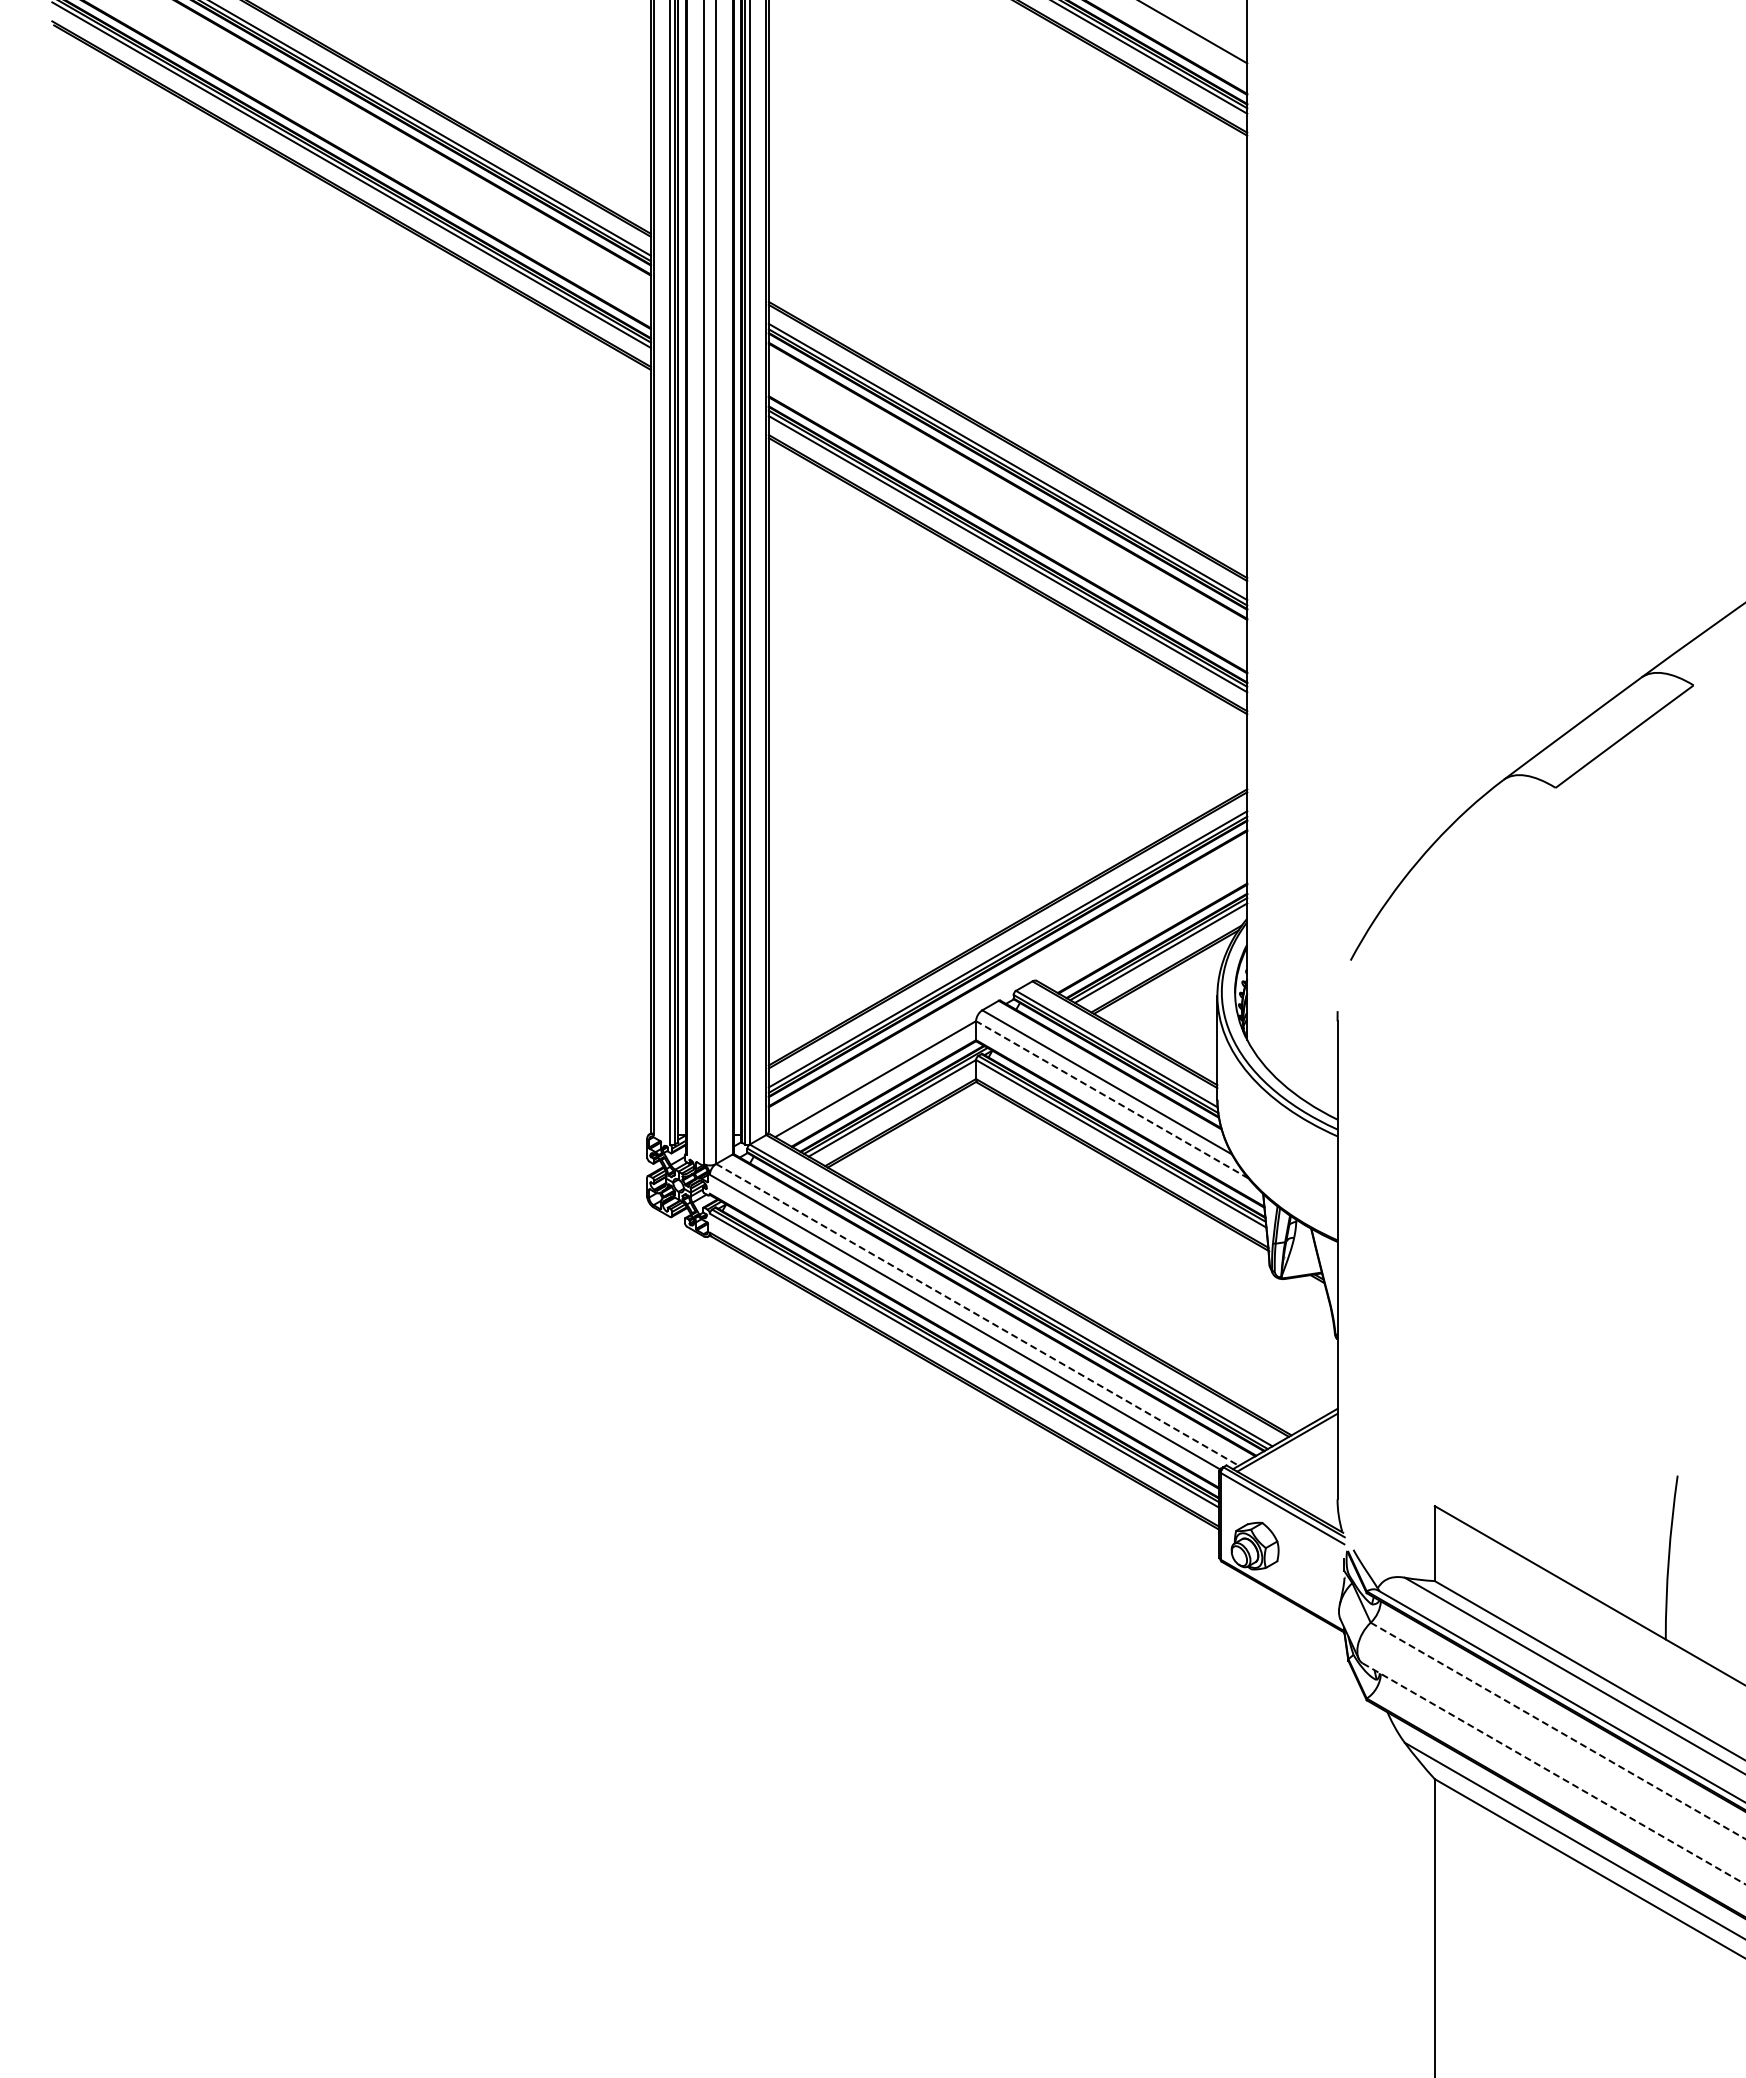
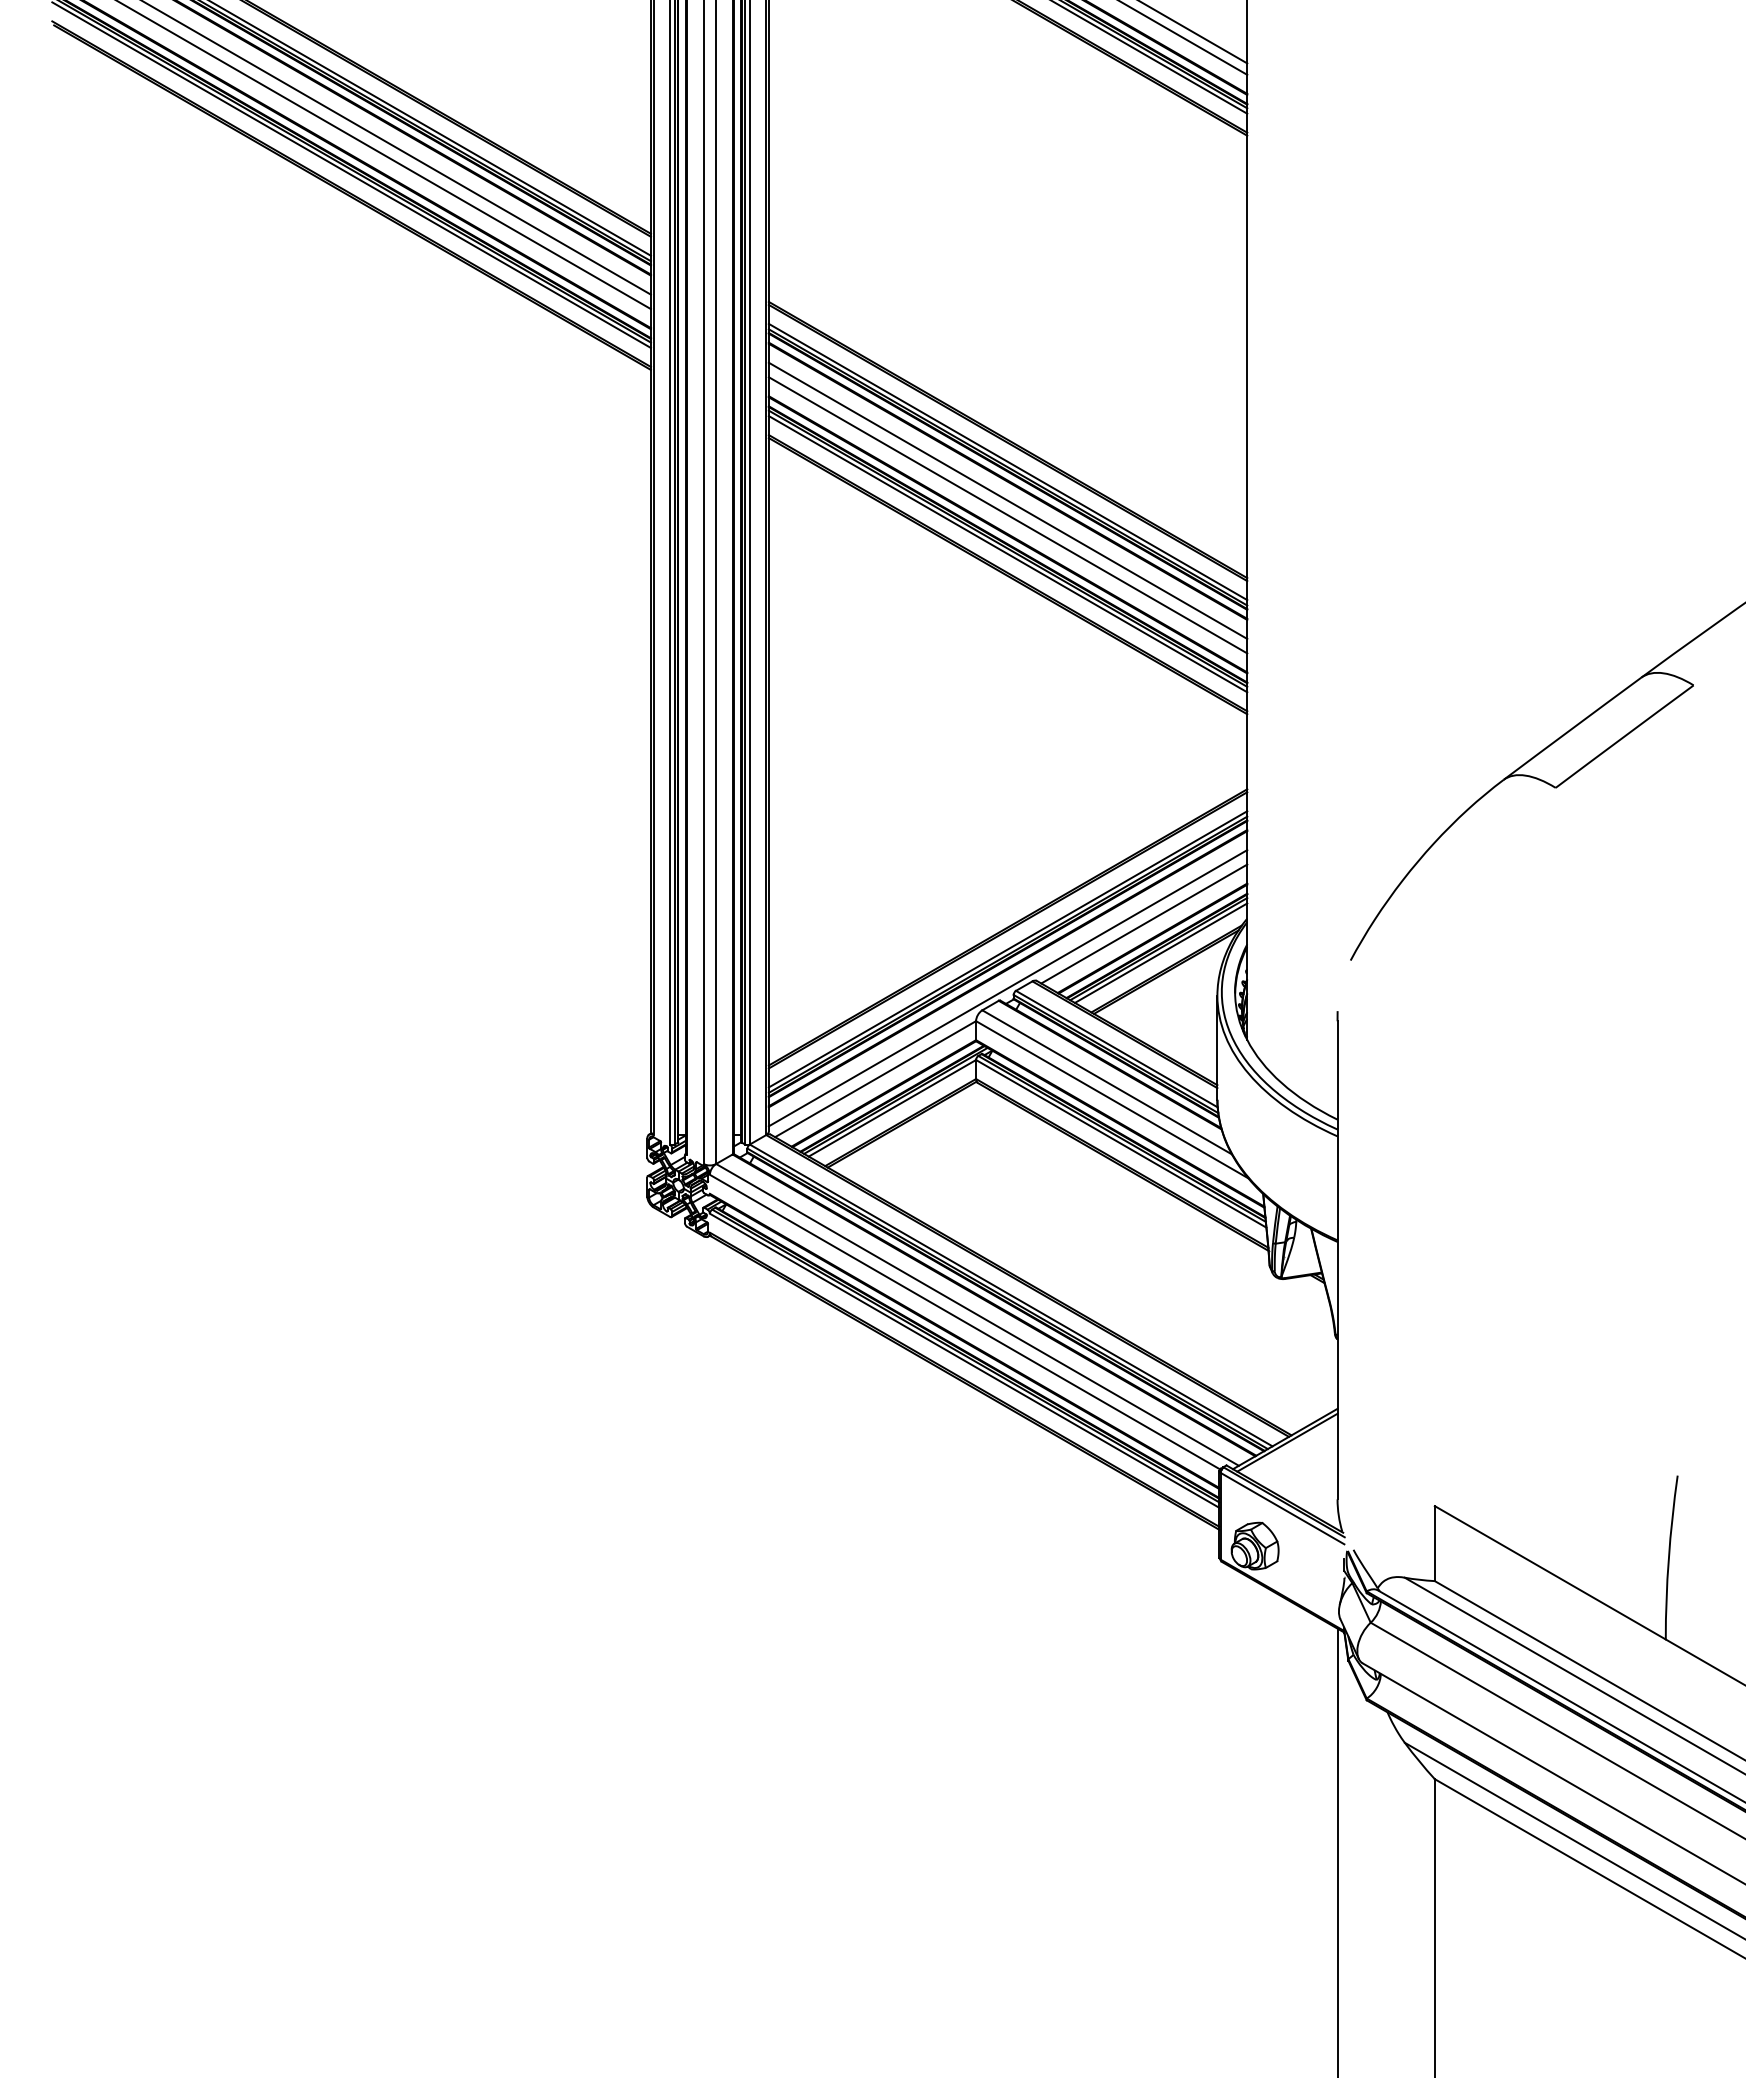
line at (1184, 38): none -> present
line at (397, 148): none -> present
line at (384, 155): none -> present
line at (1007, 500): none -> present
line at (1007, 515): none -> present
line at (1144, 923): none -> present
line at (1007, 988): none -> present
line at (1111, 1099): dashed -> solid
line at (977, 1314): dashed -> solid
line at (1558, 1731): dashed -> solid
line at (1554, 1773): dashed -> solid
line at (1337, 1851): none -> present
